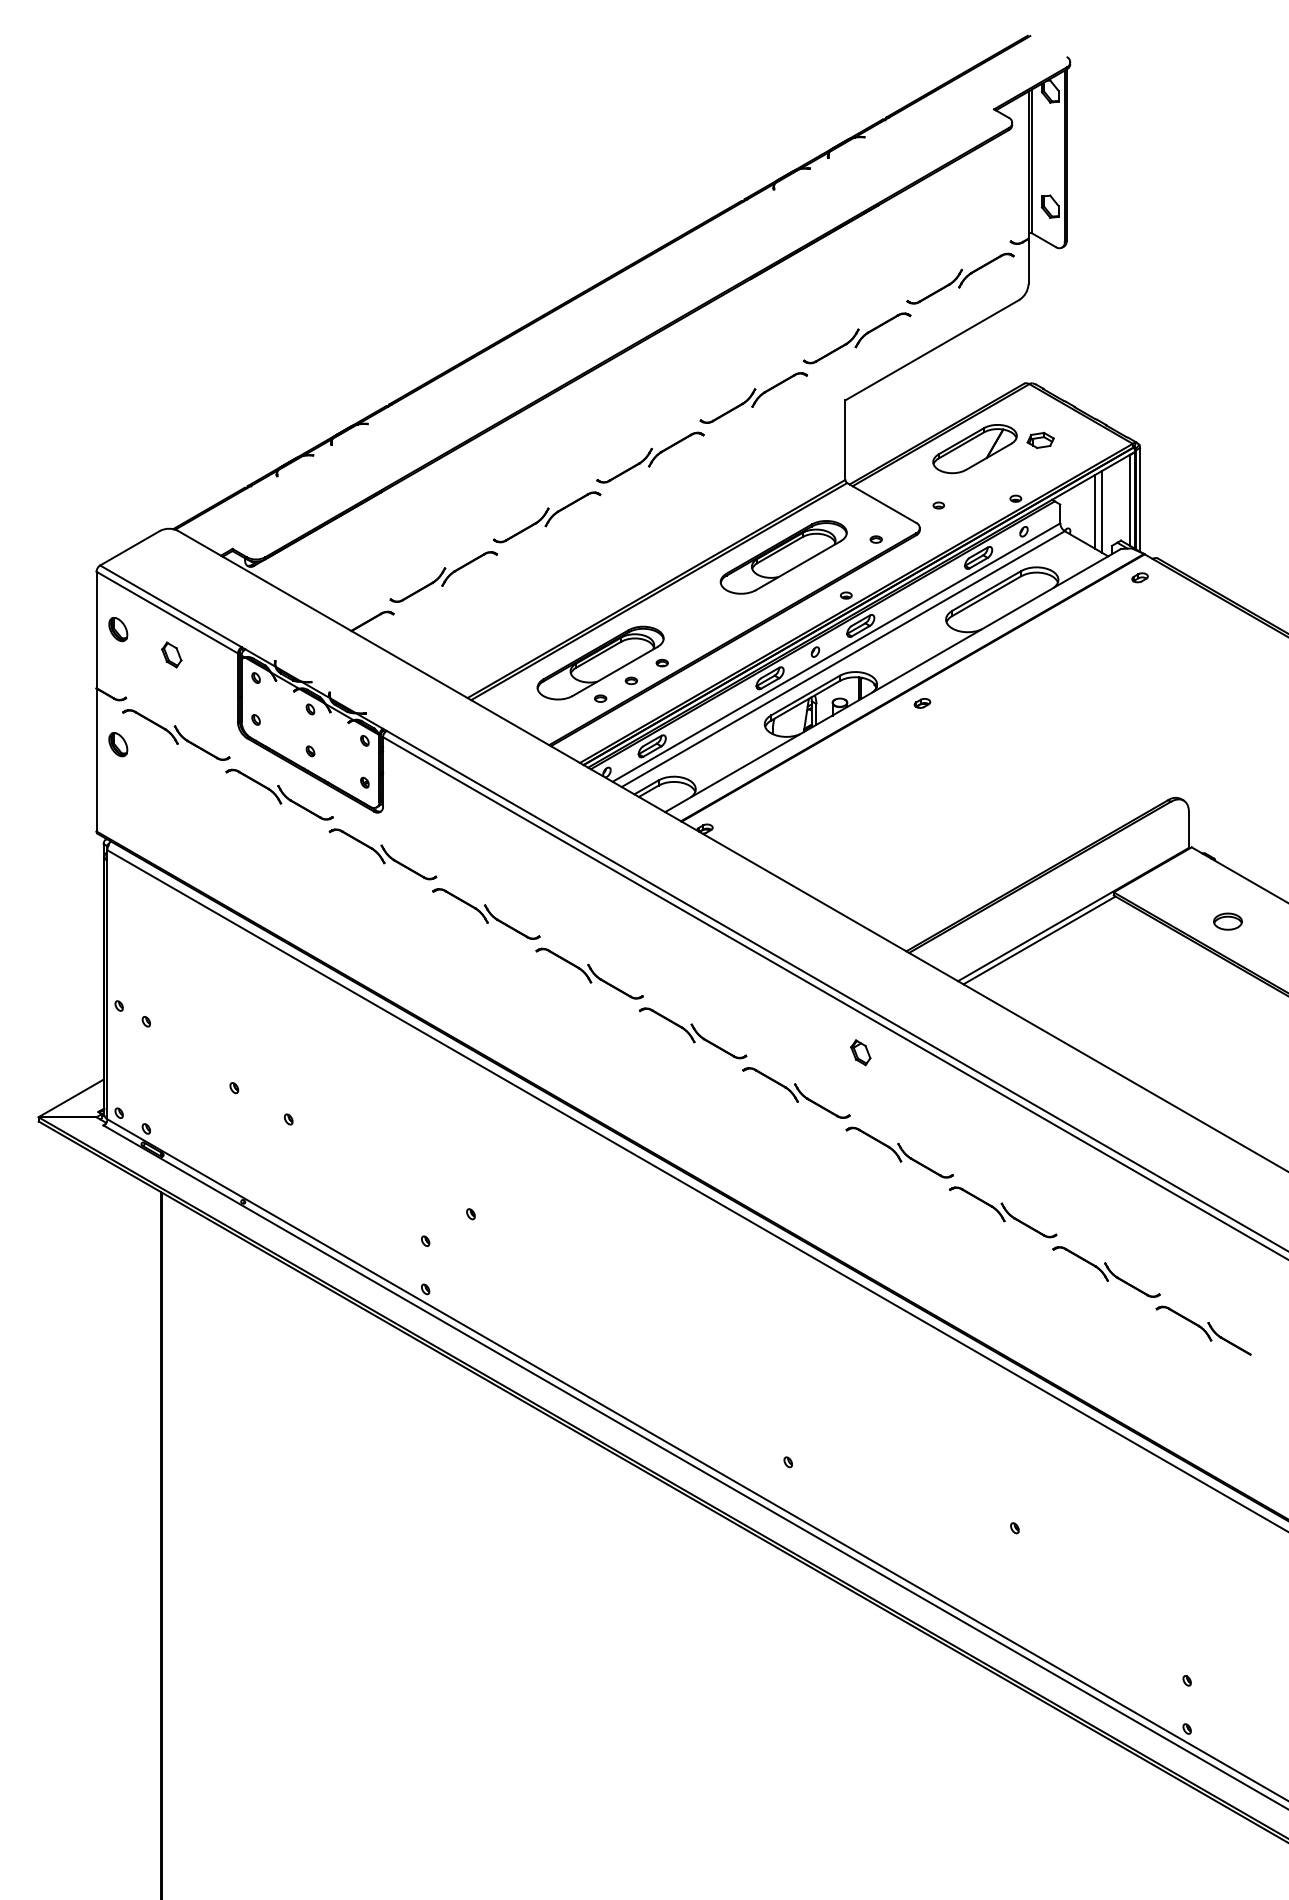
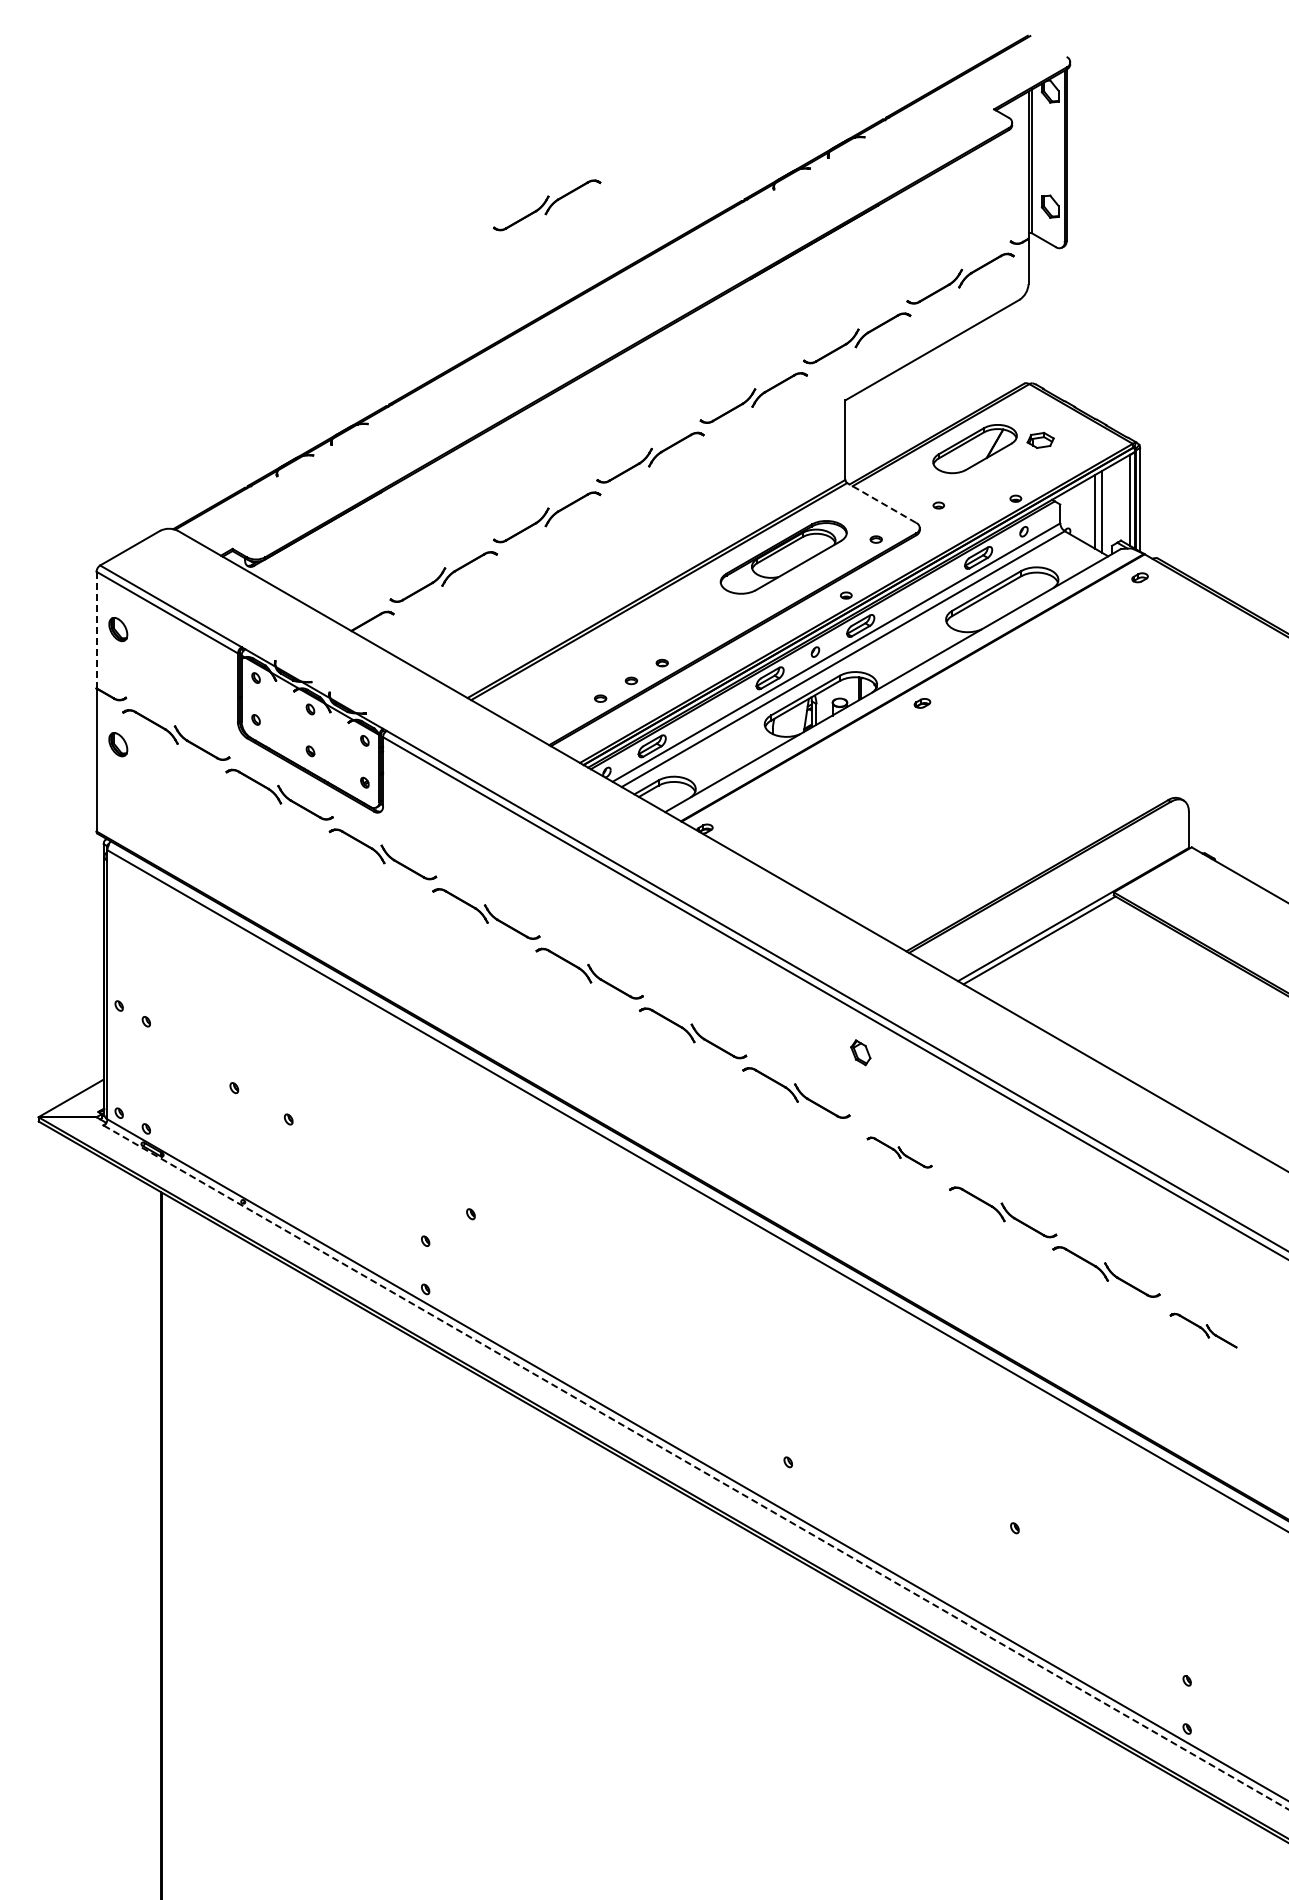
part at (547, 205): none -> present
line at (881, 502): solid -> dashed
line at (96, 630): solid -> dashed
part at (171, 654): present -> none
part at (600, 662): present -> none
part at (1227, 921): present -> none
part at (899, 1152) size: 109x53 px -> 67x33 px
part at (1203, 1330) size: 97x51 px -> 69x37 px
line at (696, 1467): solid -> dashed
